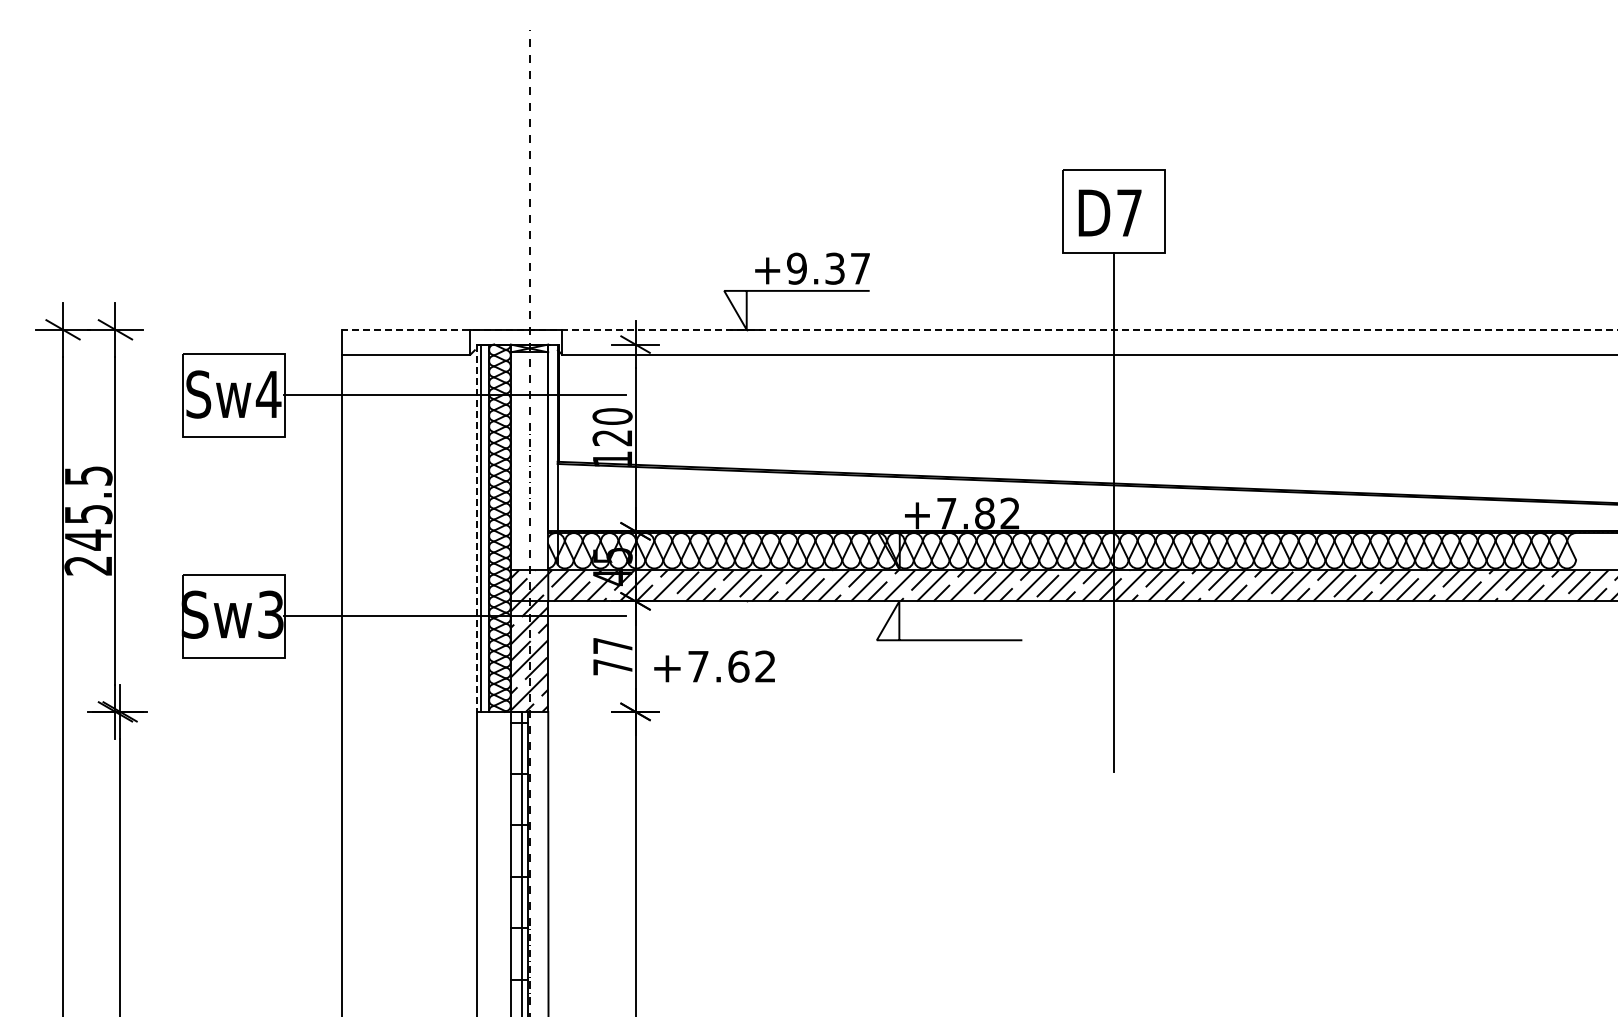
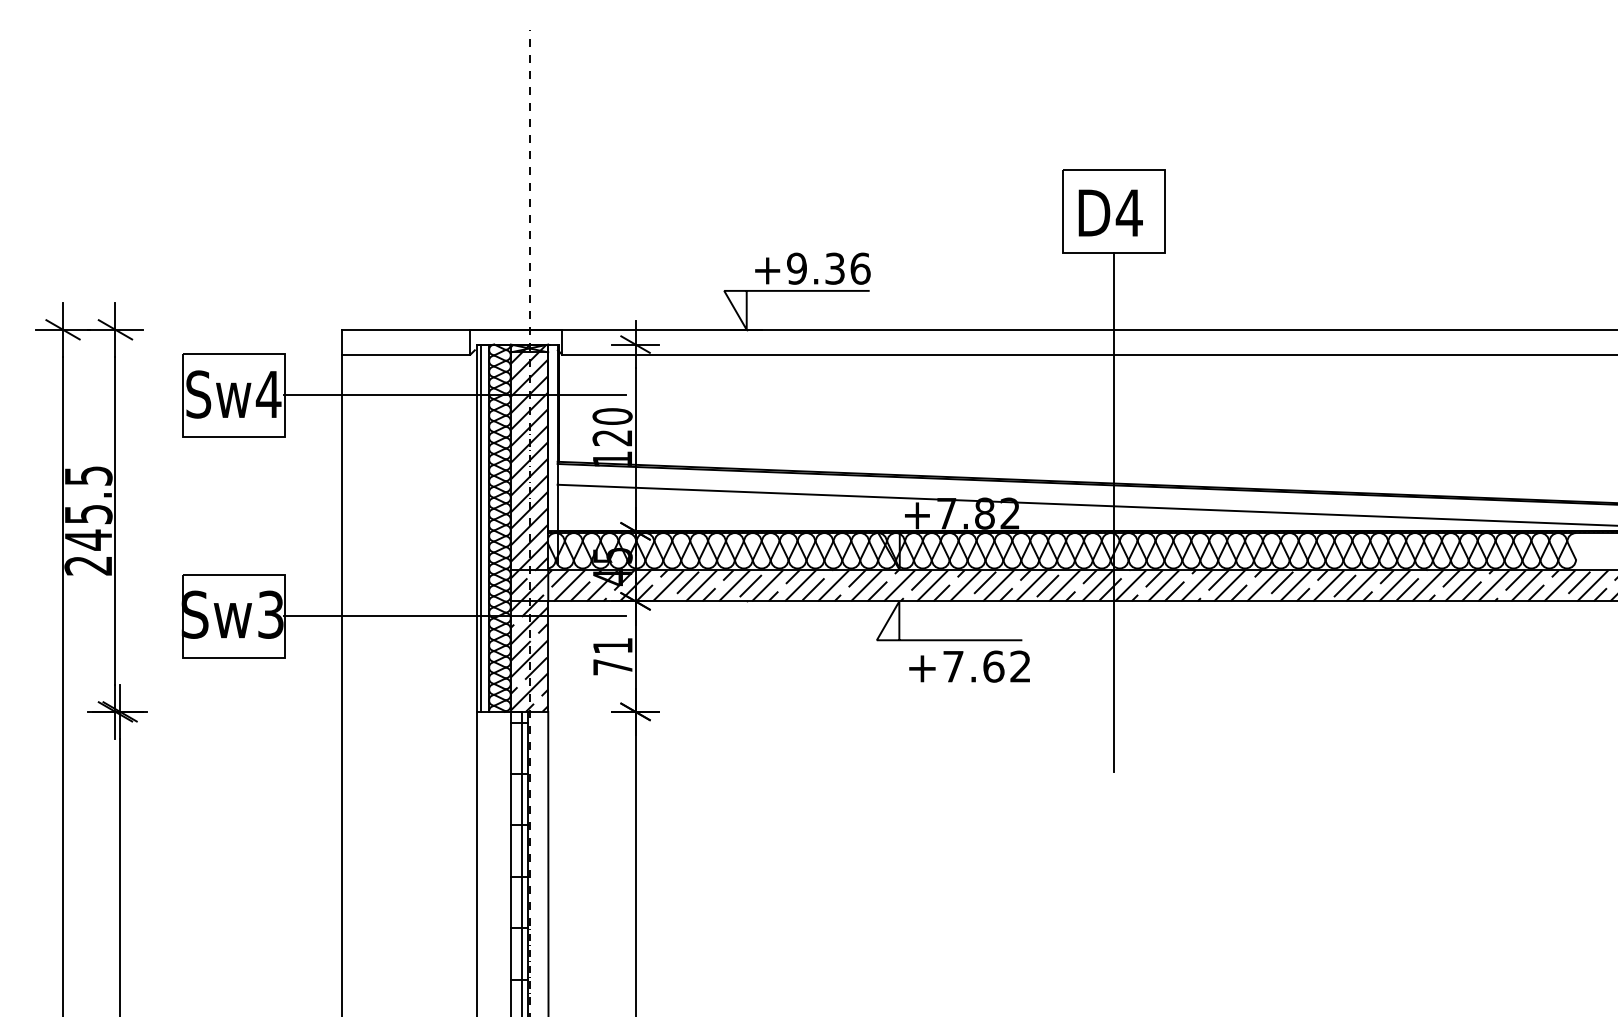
text at (1128, 212): D7 -> D4
text at (860, 268): +9.37 -> +9.36
line at (979, 329): dashed -> solid
hatch at (529, 457): none -> present
line at (1085, 504): none -> present
line at (476, 528): dashed -> solid
text at (612, 645): 77 -> 71
text at (714, 666) position: (714, 666) -> (969, 666)
